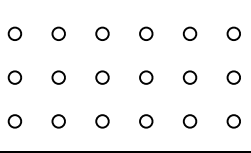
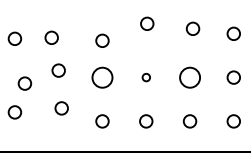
circle at (14, 33) position: (14, 33) -> (14, 38)
circle at (58, 33) position: (58, 33) -> (51, 37)
circle at (102, 33) position: (102, 33) -> (102, 40)
circle at (146, 33) position: (146, 33) -> (147, 23)
circle at (189, 33) position: (189, 33) -> (192, 28)
circle at (14, 77) position: (14, 77) -> (24, 83)
circle at (58, 77) position: (58, 77) -> (58, 70)
circle at (102, 77) size: 15x15 px -> 23x23 px
circle at (146, 77) size: 15x15 px -> 10x10 px
circle at (189, 77) size: 16x15 px -> 22x23 px
circle at (14, 121) position: (14, 121) -> (14, 112)
circle at (58, 121) position: (58, 121) -> (61, 108)
